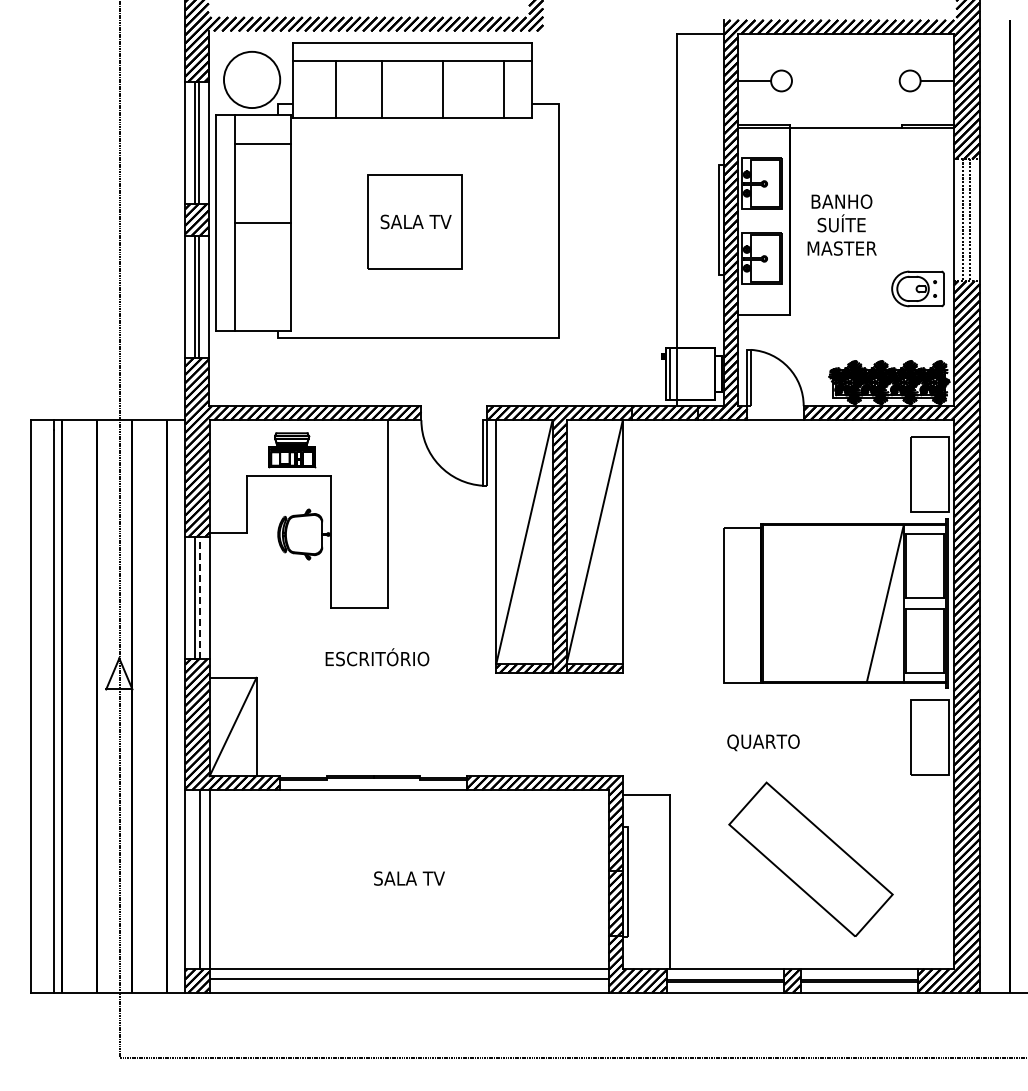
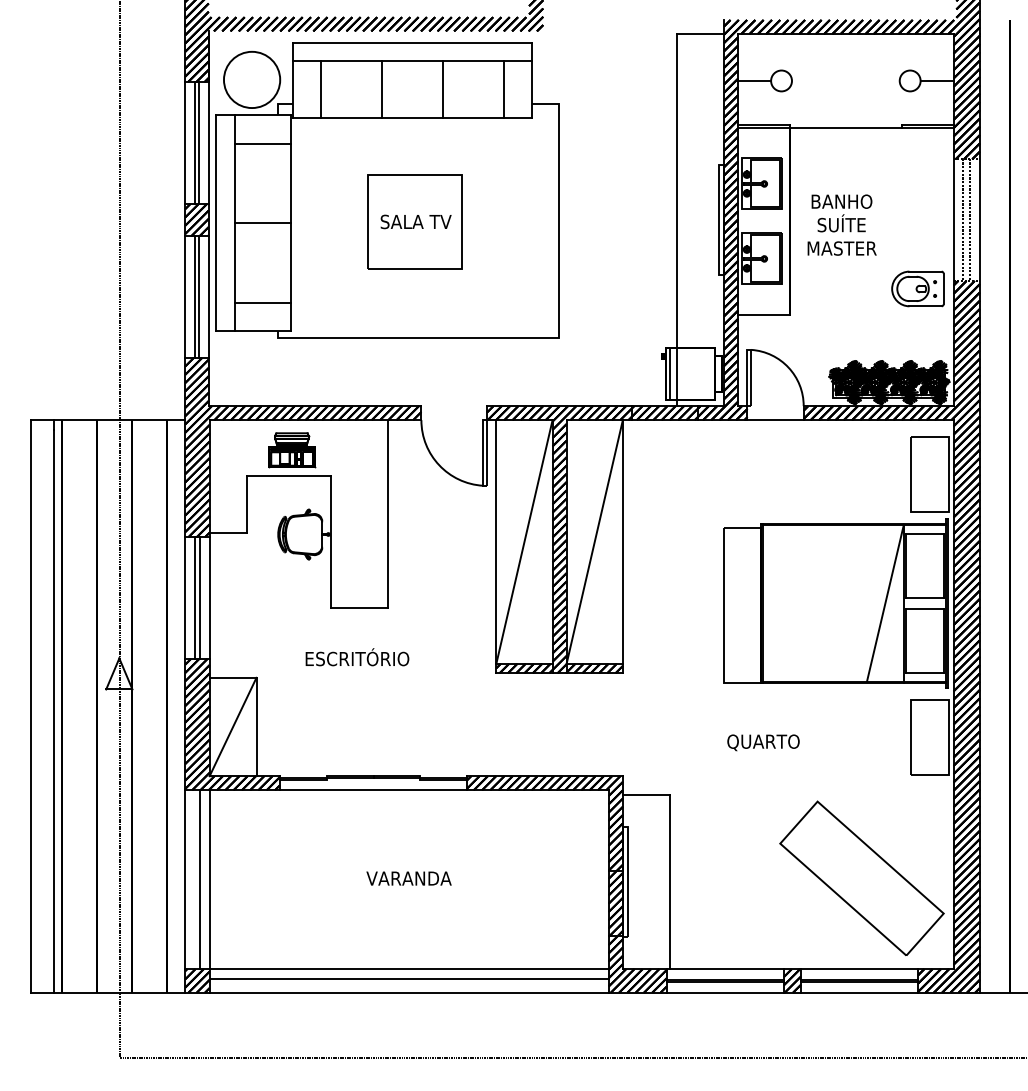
line at (336, 89) position: (336, 89) -> (321, 89)
line at (262, 302): none -> present
line at (200, 598): dashed -> solid
text at (377, 657) position: (377, 657) -> (357, 657)
part at (810, 858) position: (810, 858) -> (861, 877)
text at (408, 878): SALA TV -> VARANDA
